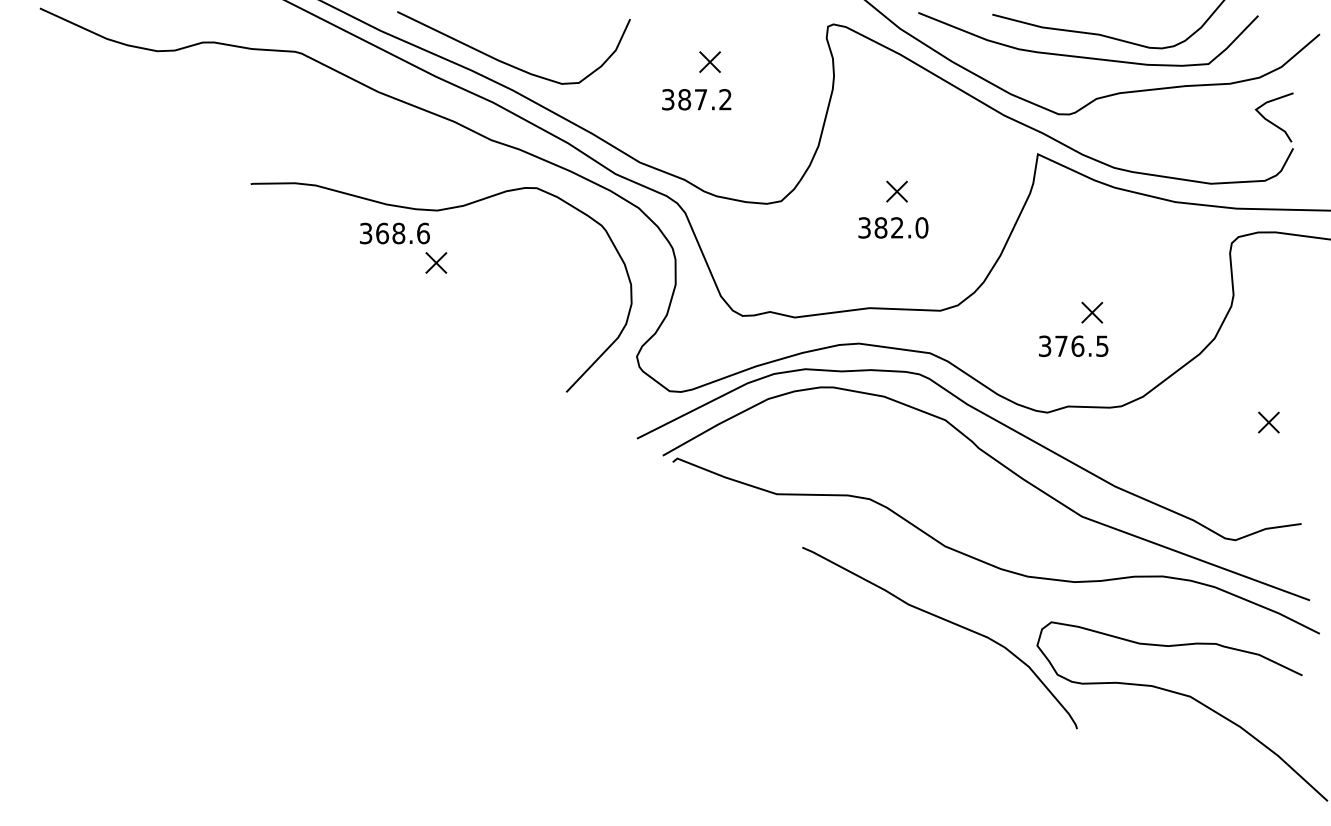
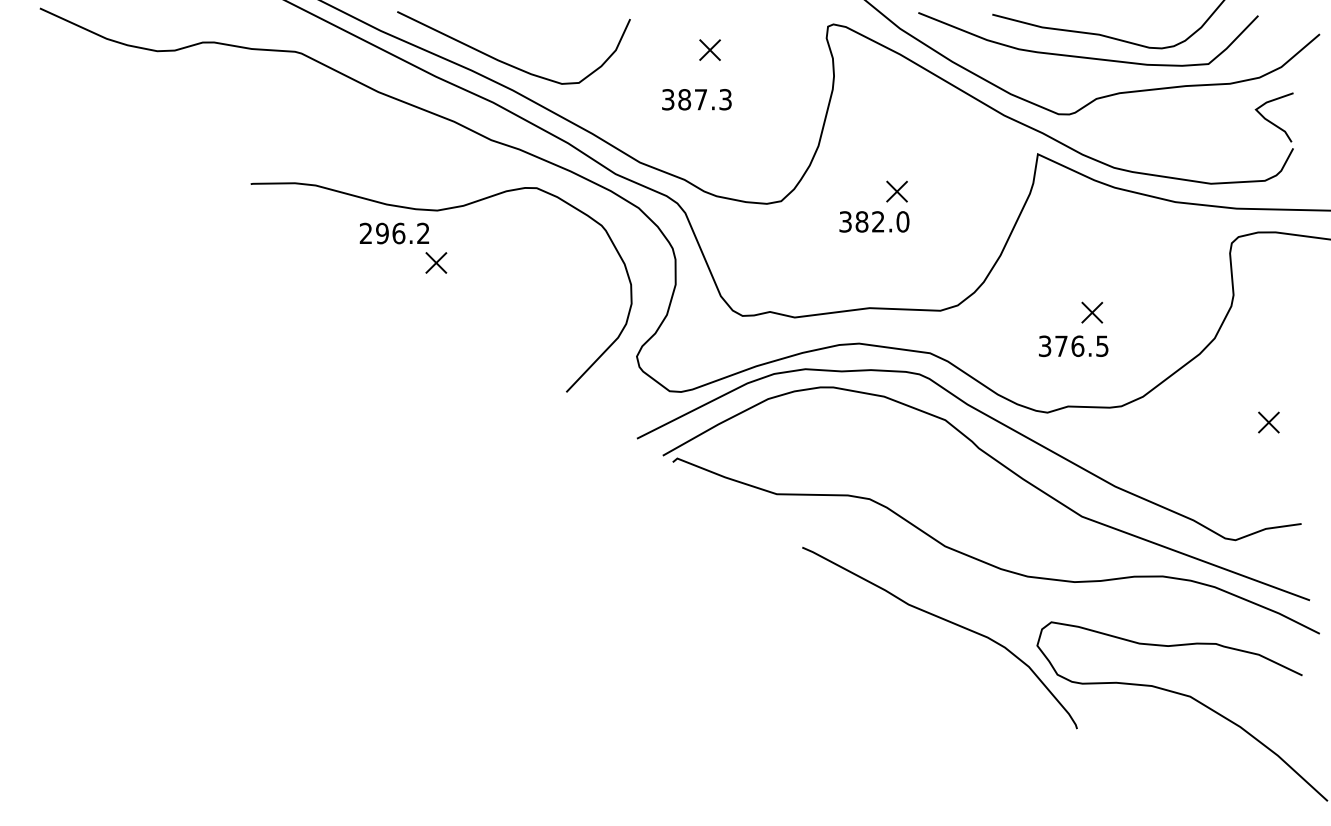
part at (709, 61) position: (709, 61) -> (709, 49)
text at (725, 99): 387.2 -> 387.3
text at (893, 227) position: (893, 227) -> (874, 221)
text at (394, 233): 368.6 -> 296.2
